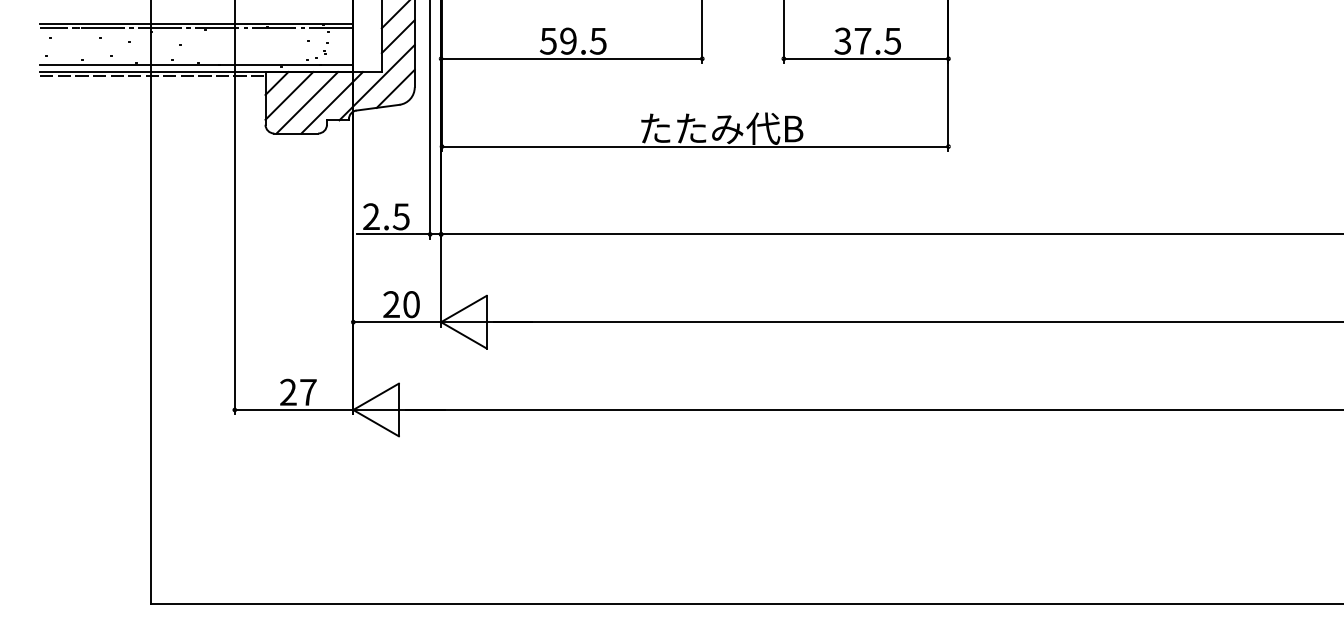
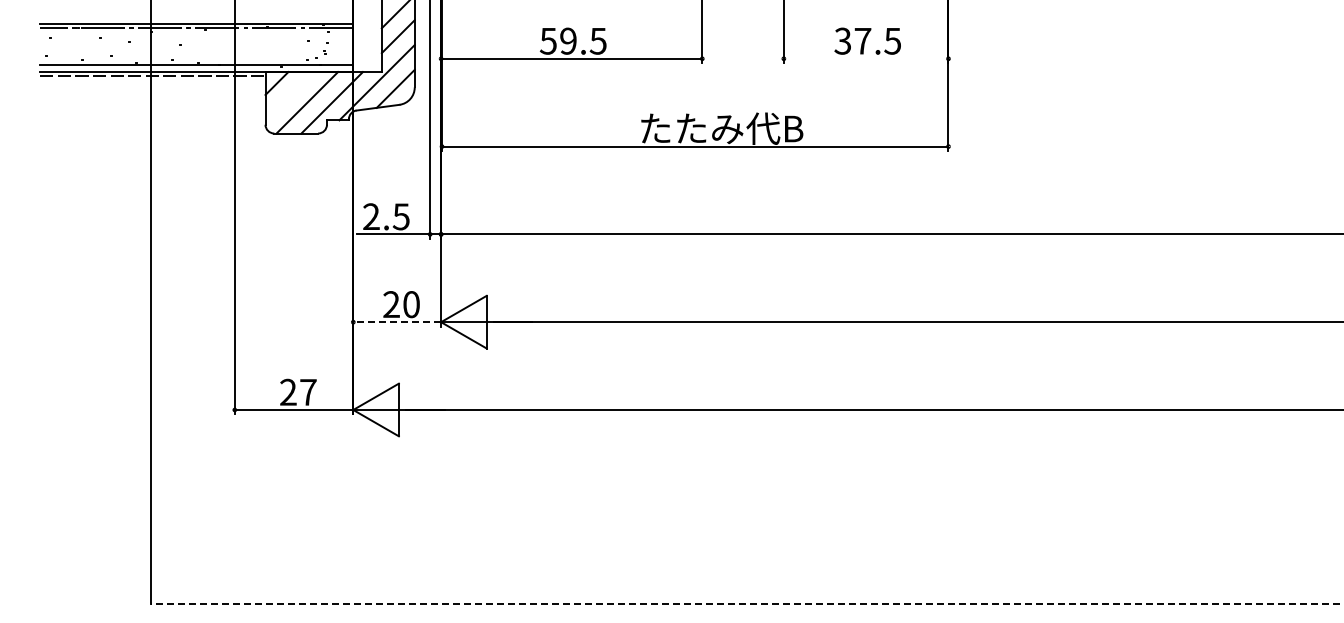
line at (865, 58): present -> none
line at (289, 95): present -> none
line at (397, 322): solid -> dashed
line at (747, 604): solid -> dashed
